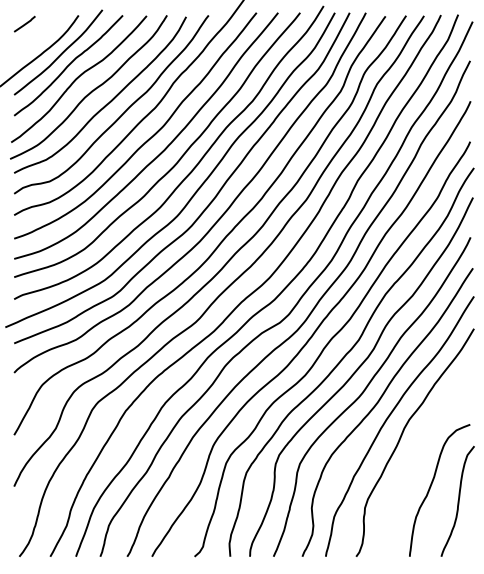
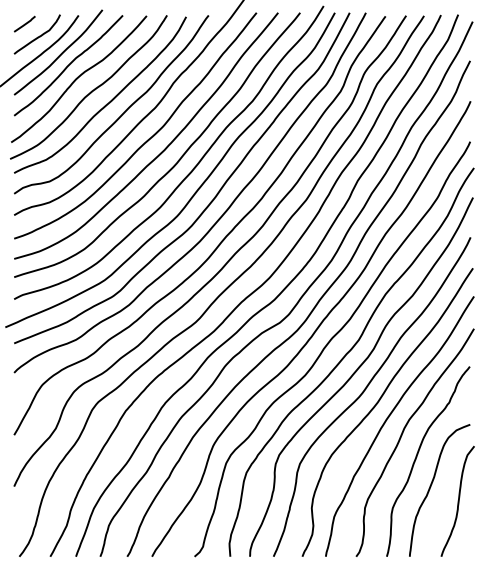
curve at (37, 36): none -> present
curve at (417, 457): none -> present
